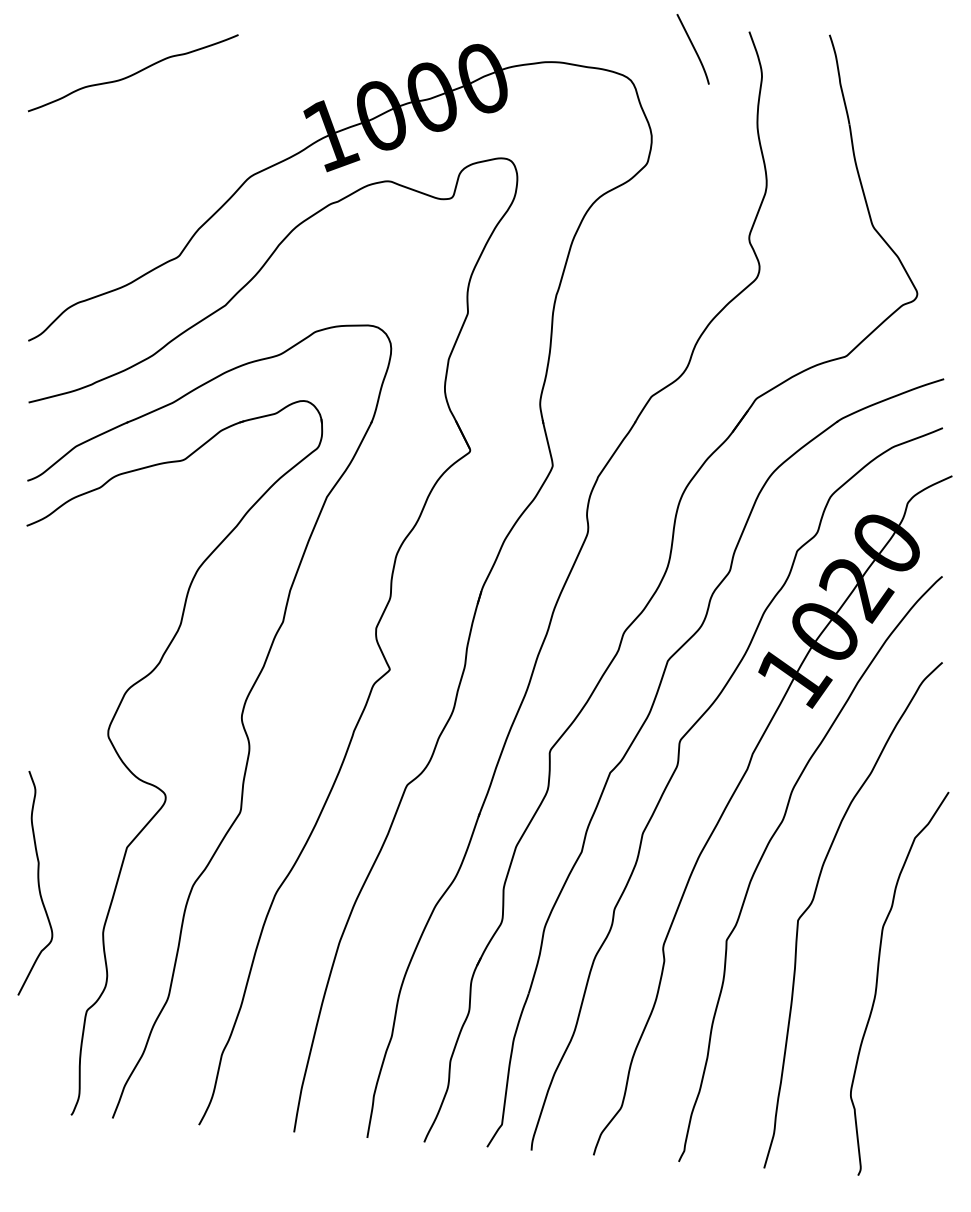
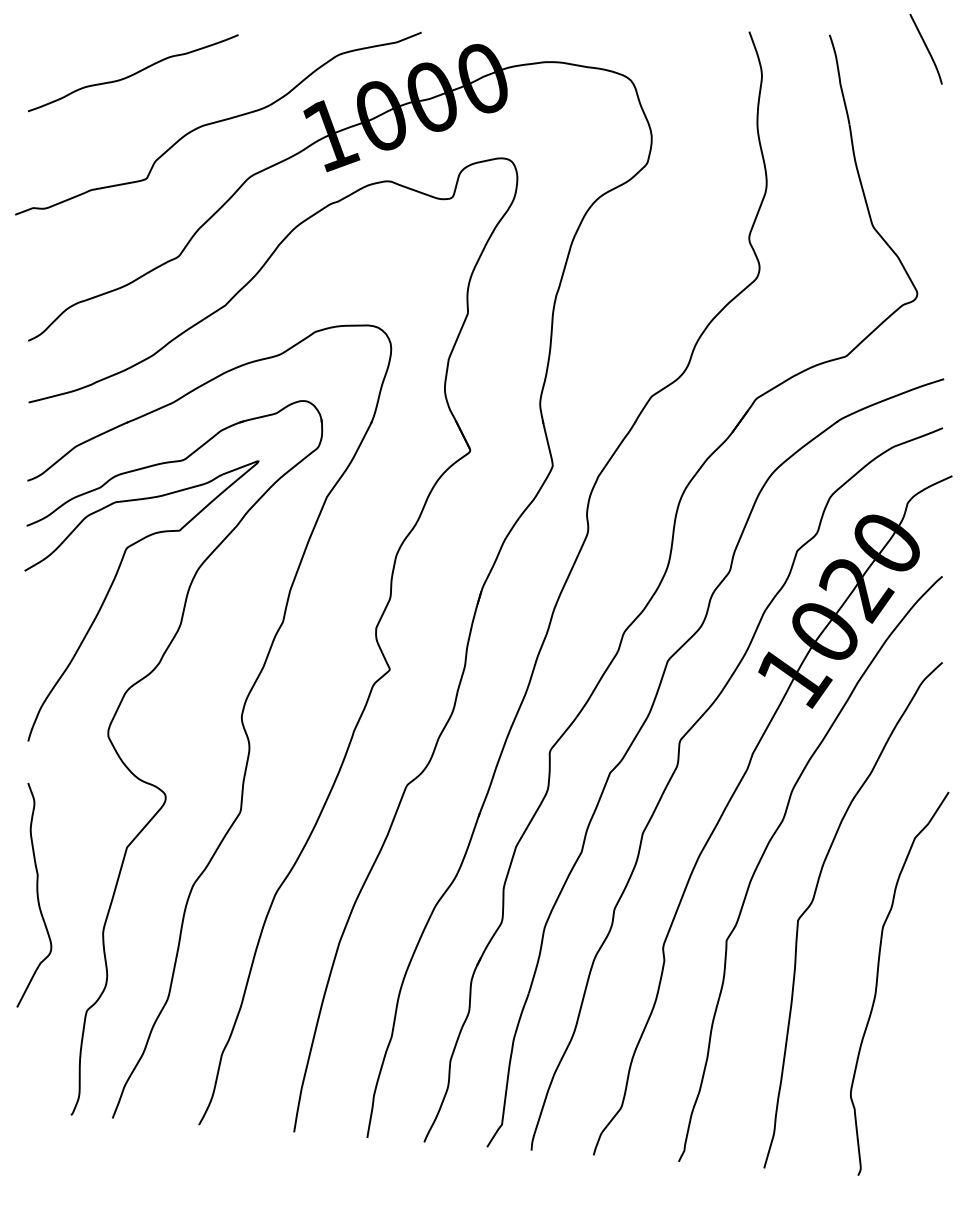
curve at (693, 49) position: (693, 49) -> (926, 49)
curve at (218, 122): none -> present
curve at (110, 590): none -> present
curve at (37, 883) position: (37, 883) -> (36, 895)
